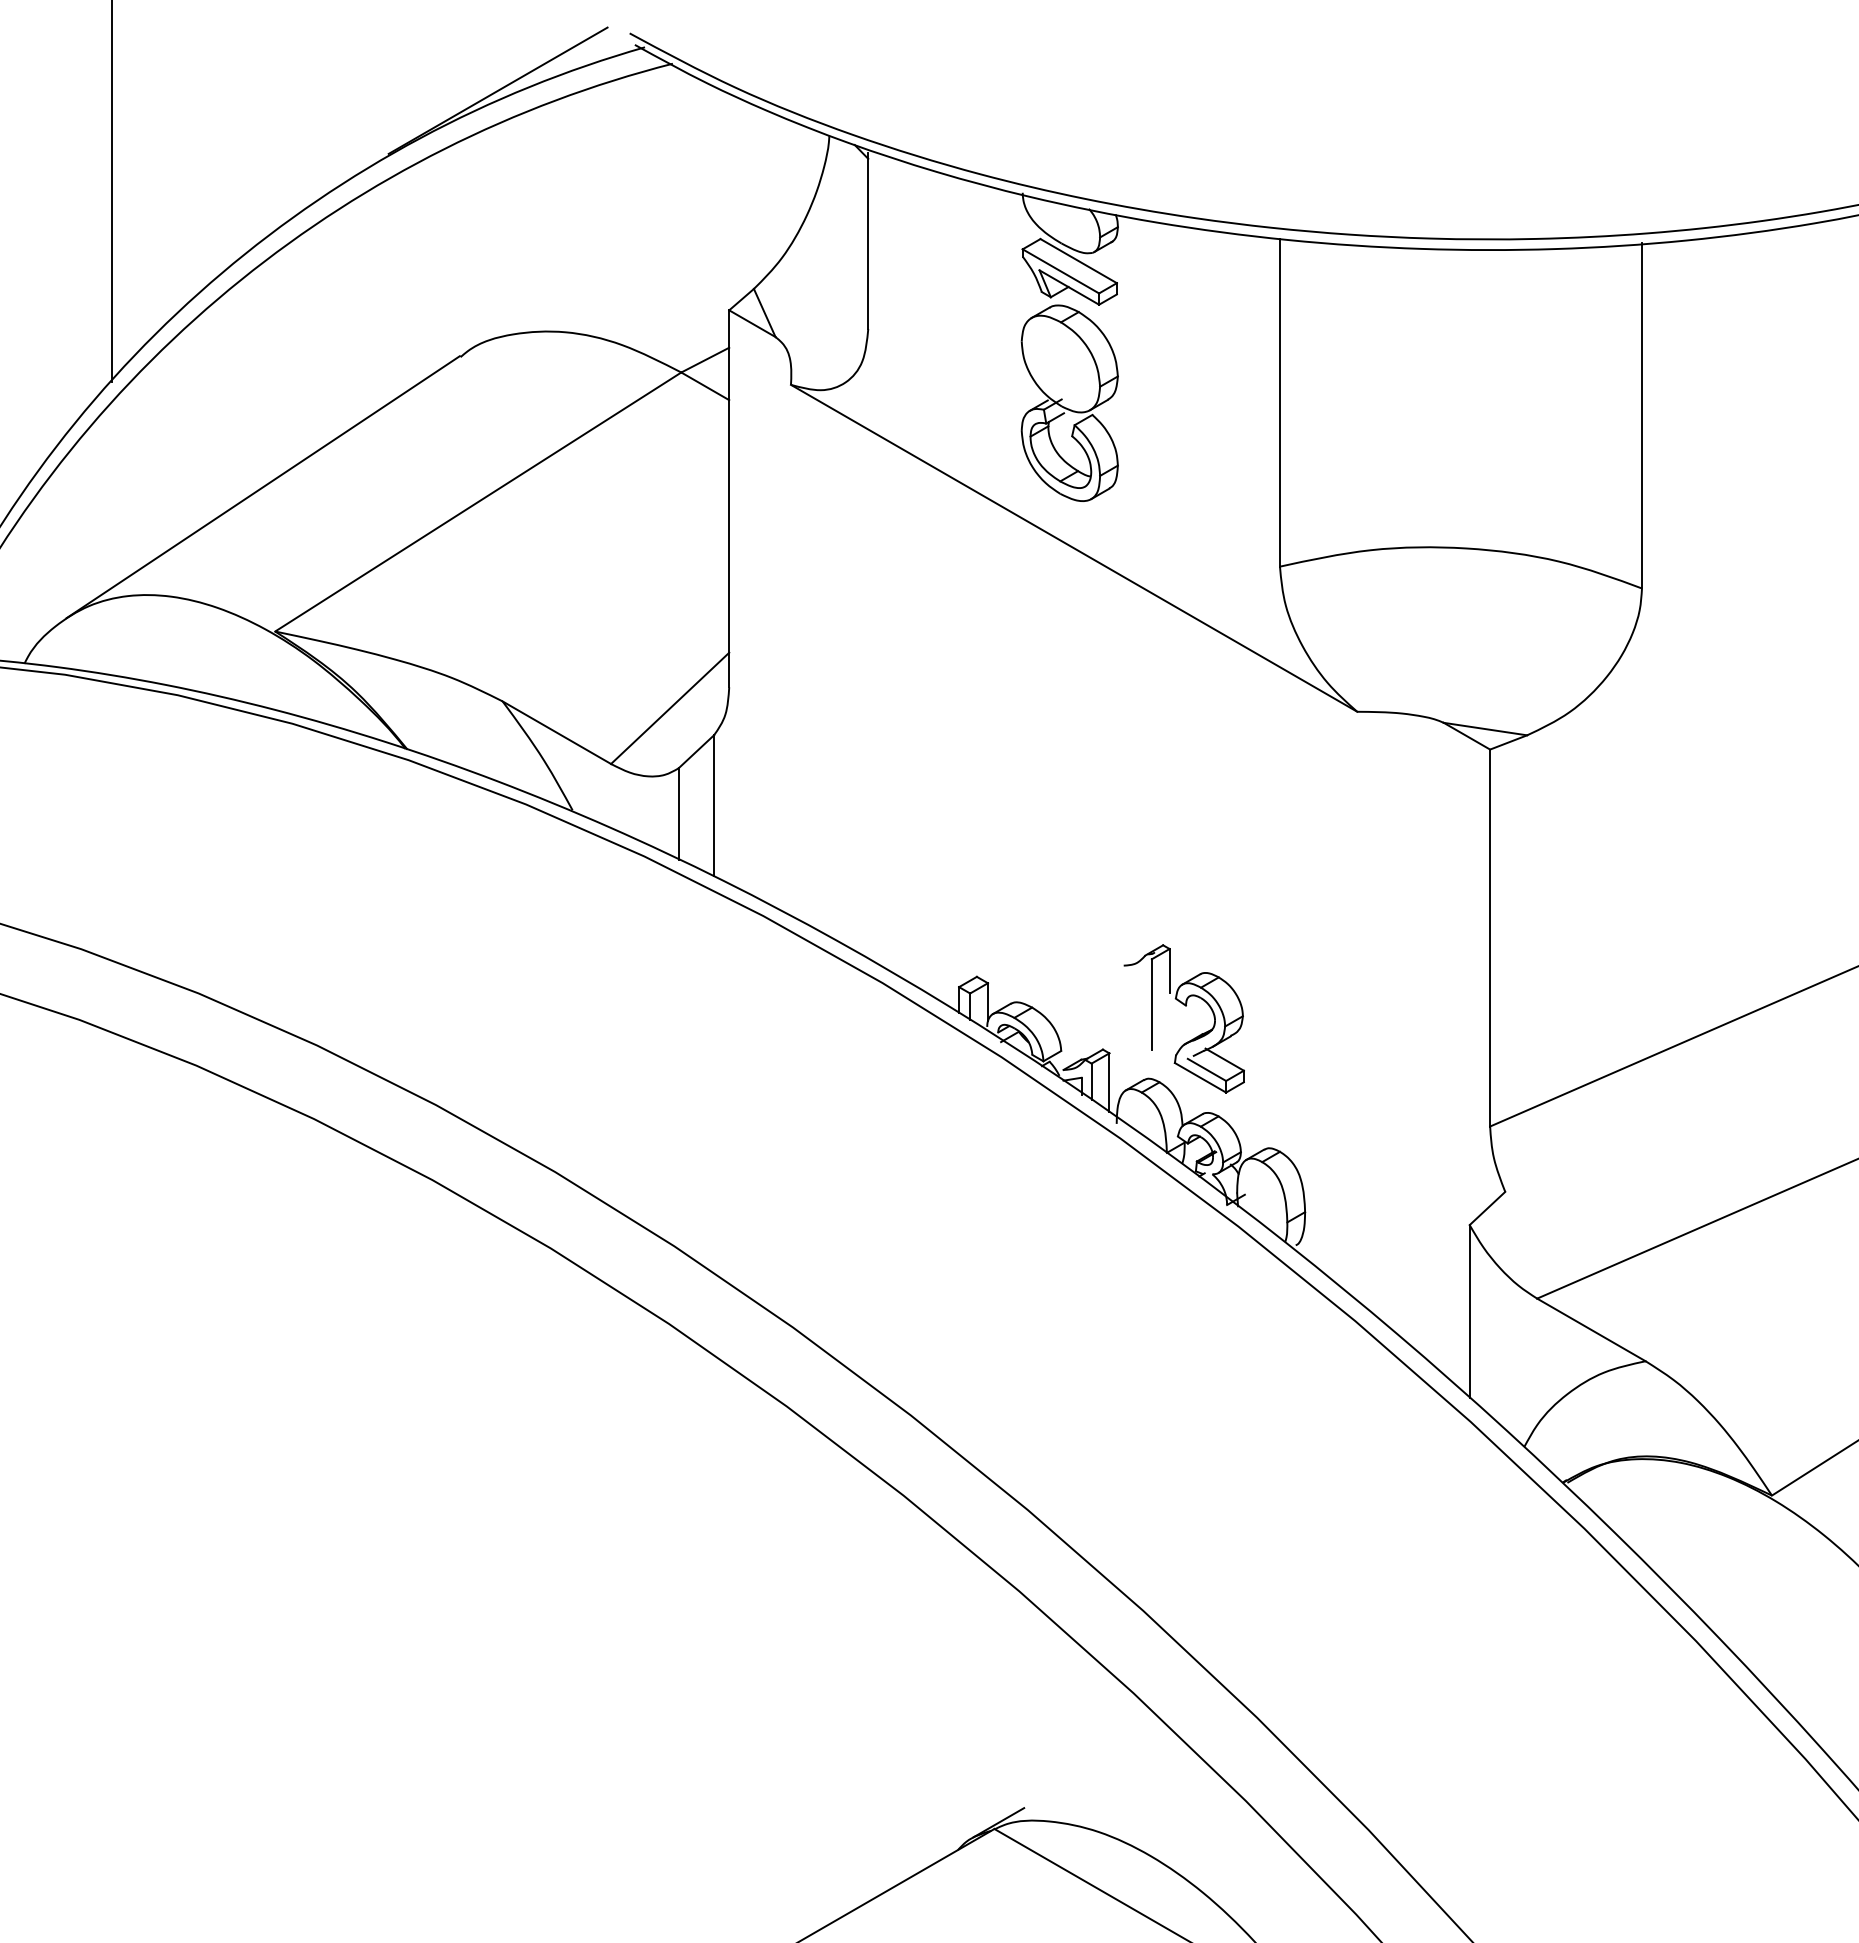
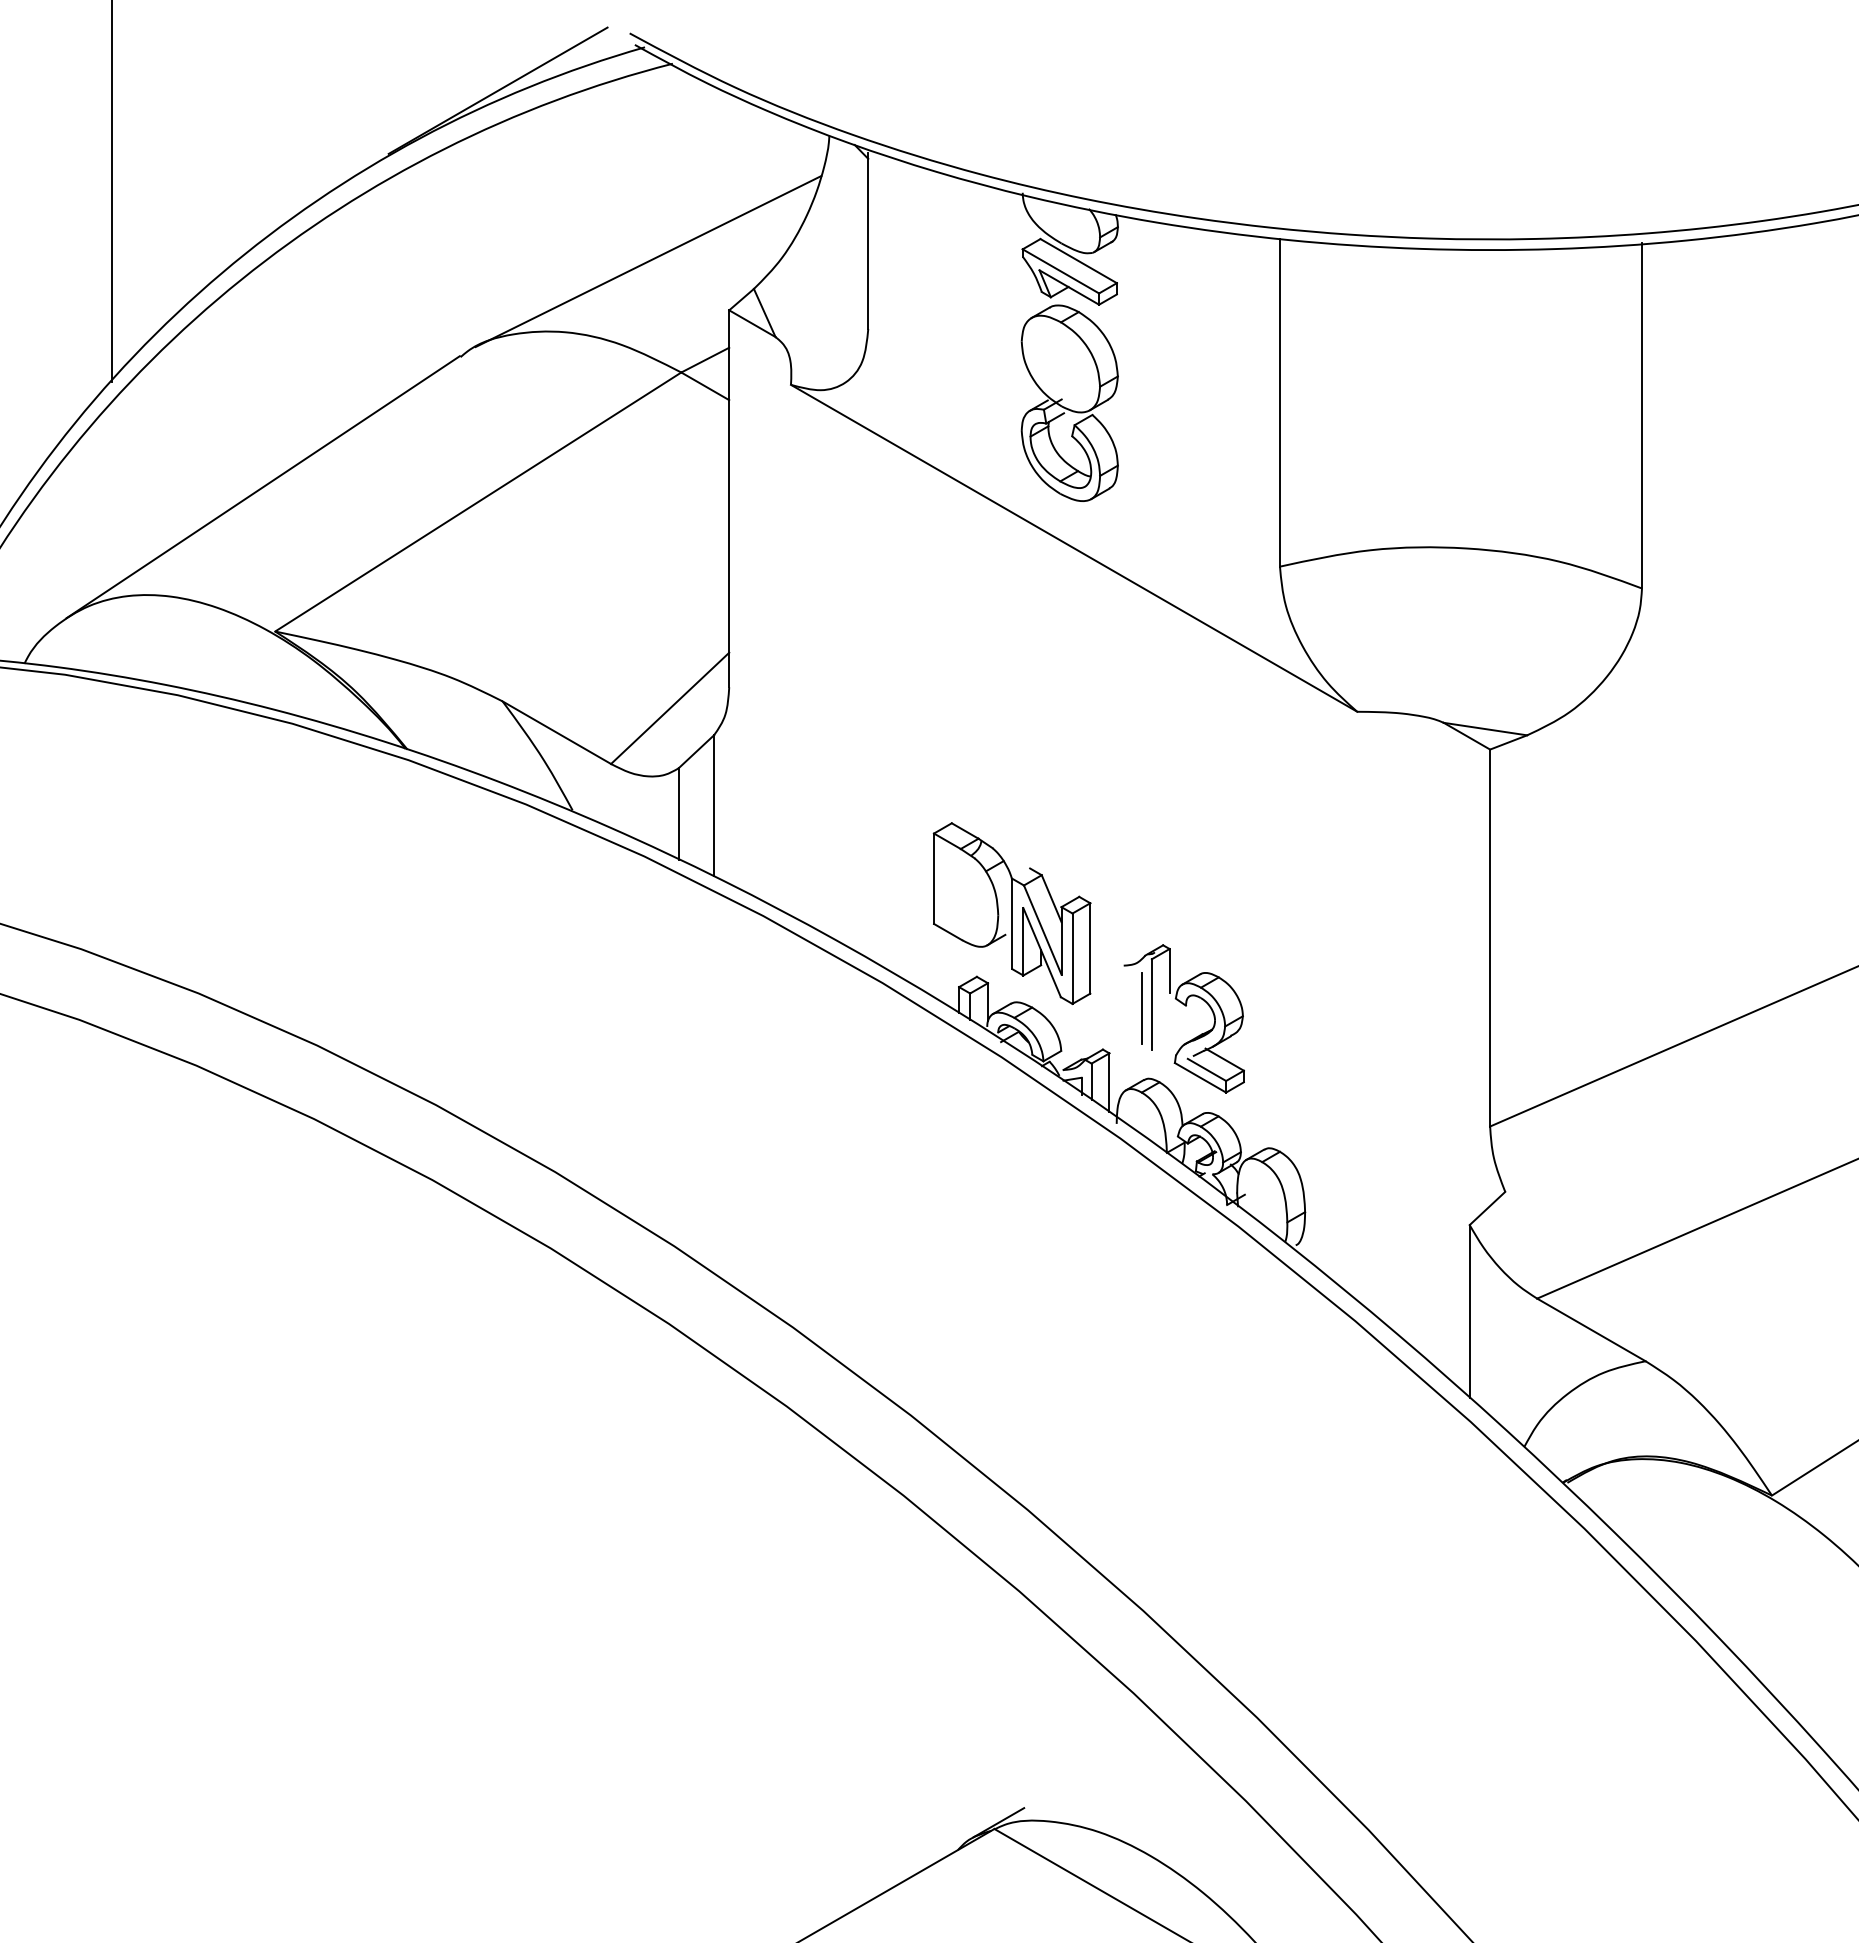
line at (648, 261): none -> present
part at (1011, 913): none -> present
line at (1141, 1008): none -> present
